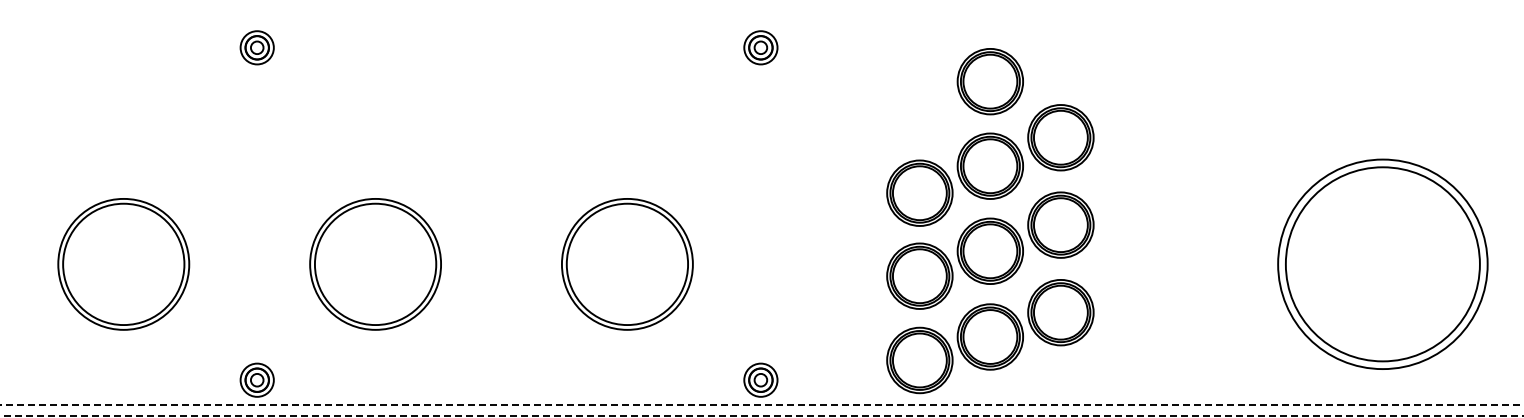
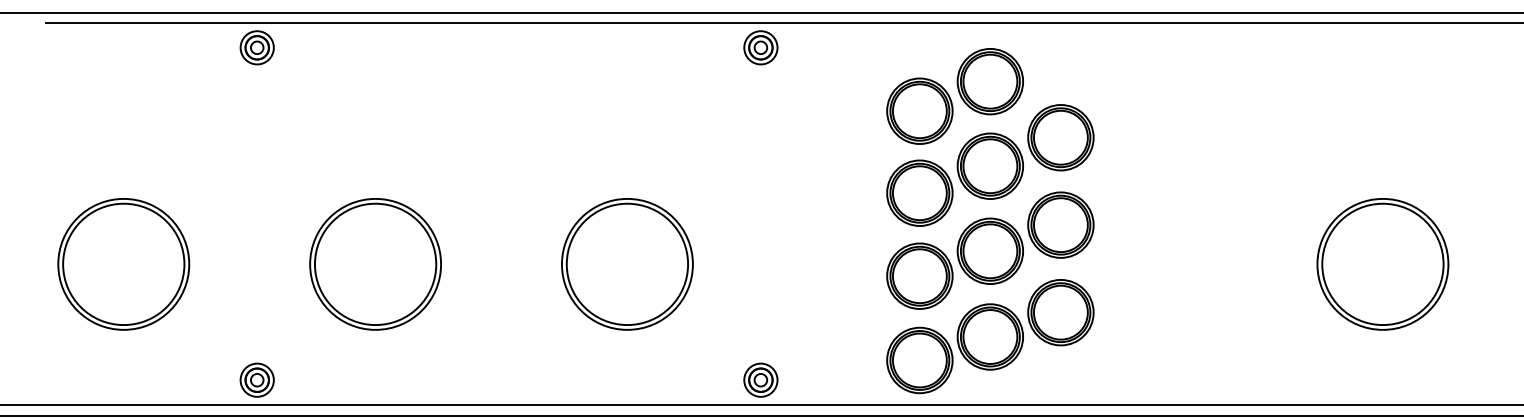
line at (761, 12): none -> present
line at (782, 22): none -> present
part at (919, 110): none -> present
part at (1382, 263) size: 212x212 px -> 134x133 px
line at (761, 405): dashed -> solid
line at (762, 415): dashed -> solid
